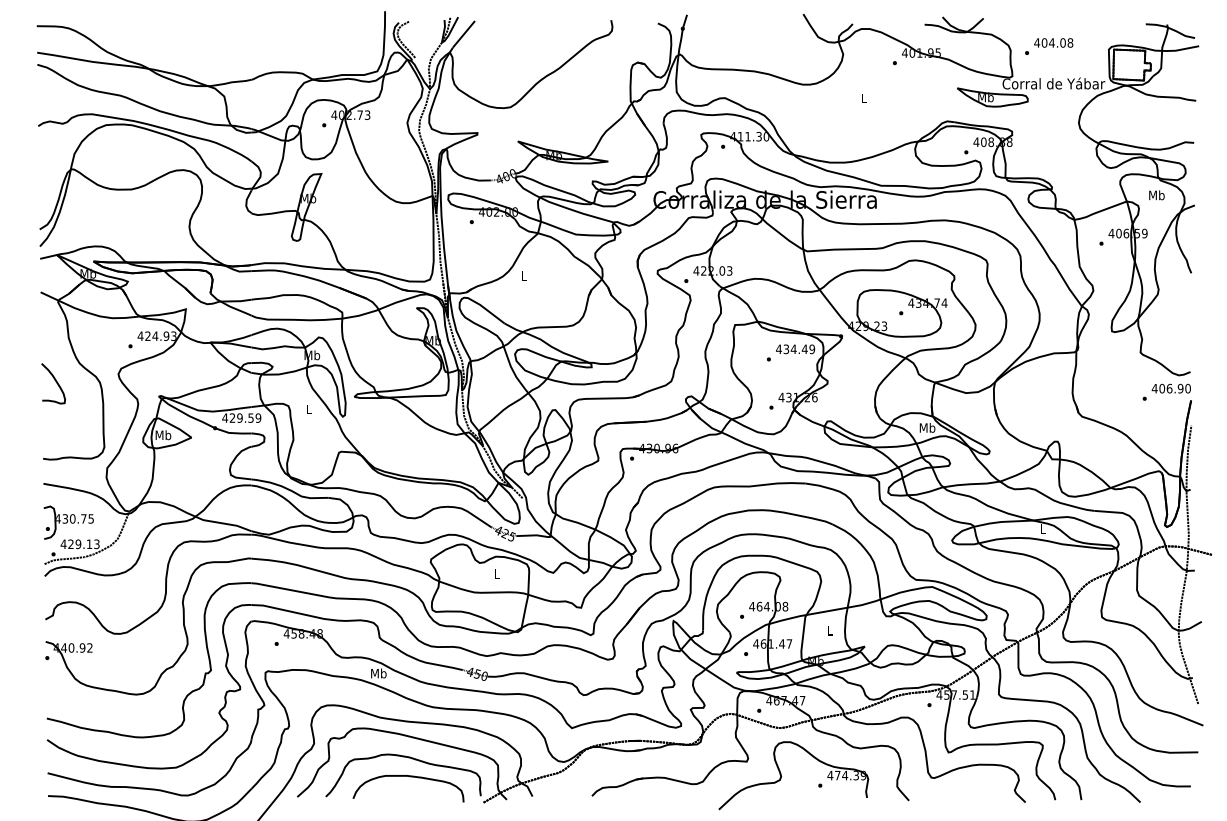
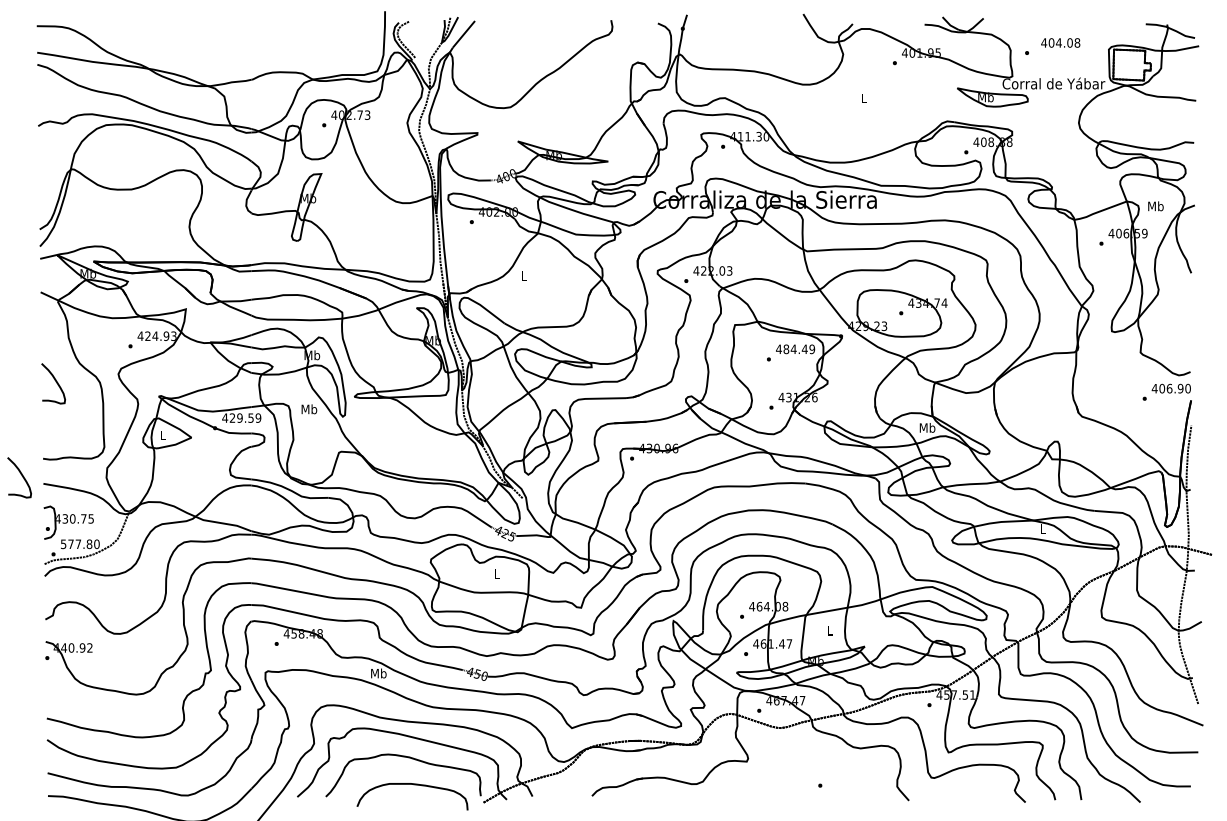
text at (1053, 42) position: (1053, 42) -> (1060, 42)
text at (1156, 195) position: (1156, 195) -> (1155, 206)
text at (786, 349): 434.49 -> 484.49
text at (309, 409): L -> Mb
text at (163, 435): Mb -> L
curve at (21, 475): none -> present
text at (79, 544): 429.13 -> 577.80
part at (782, 776): present -> none
curve at (409, 777) position: (409, 777) -> (413, 785)
